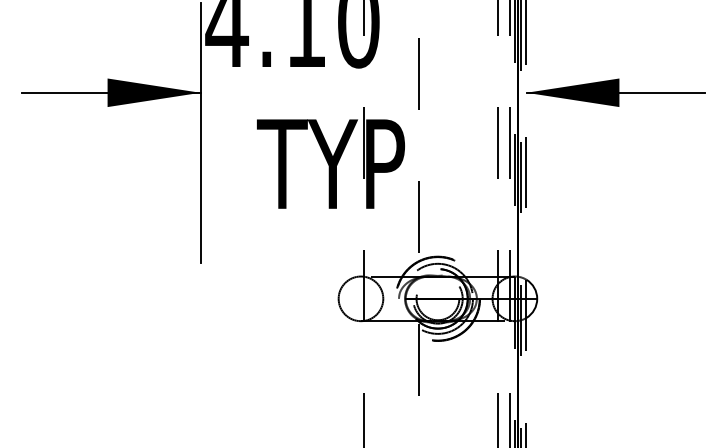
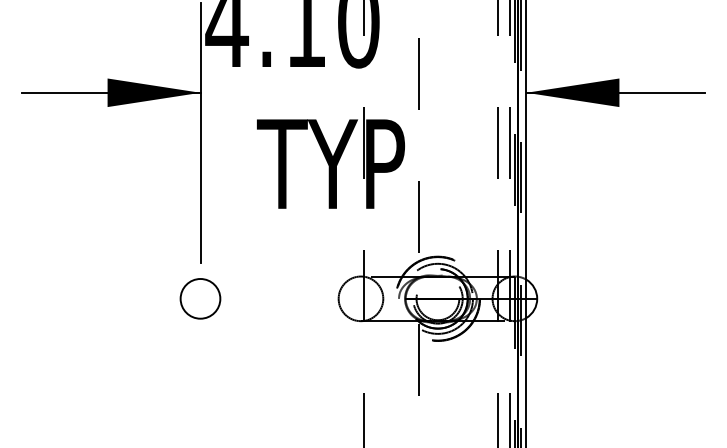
line at (526, 223): dashed -> solid
circle at (200, 298): none -> present
